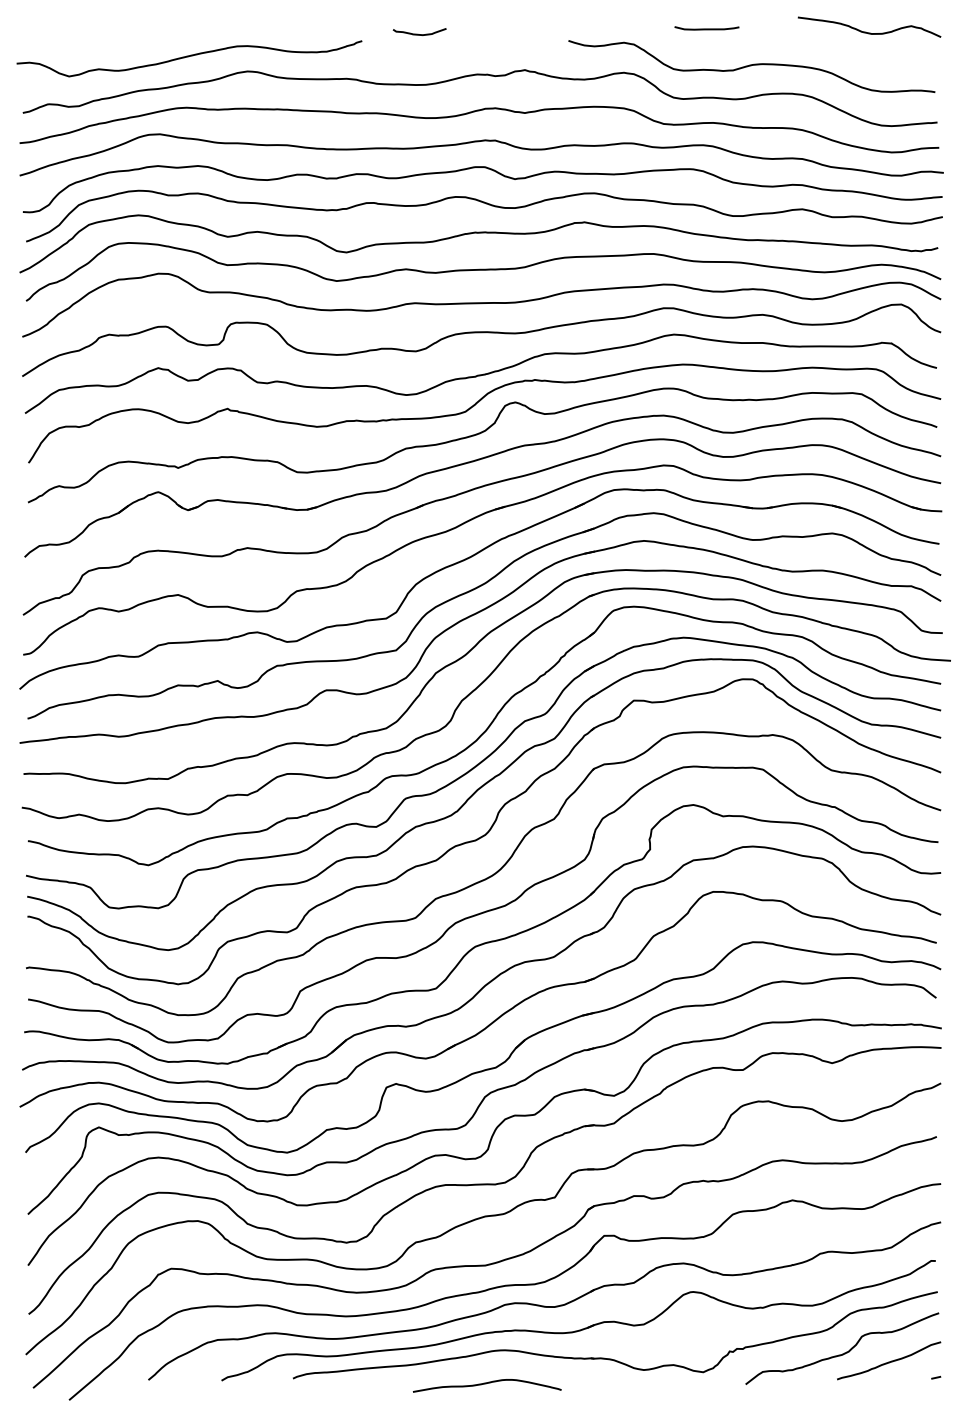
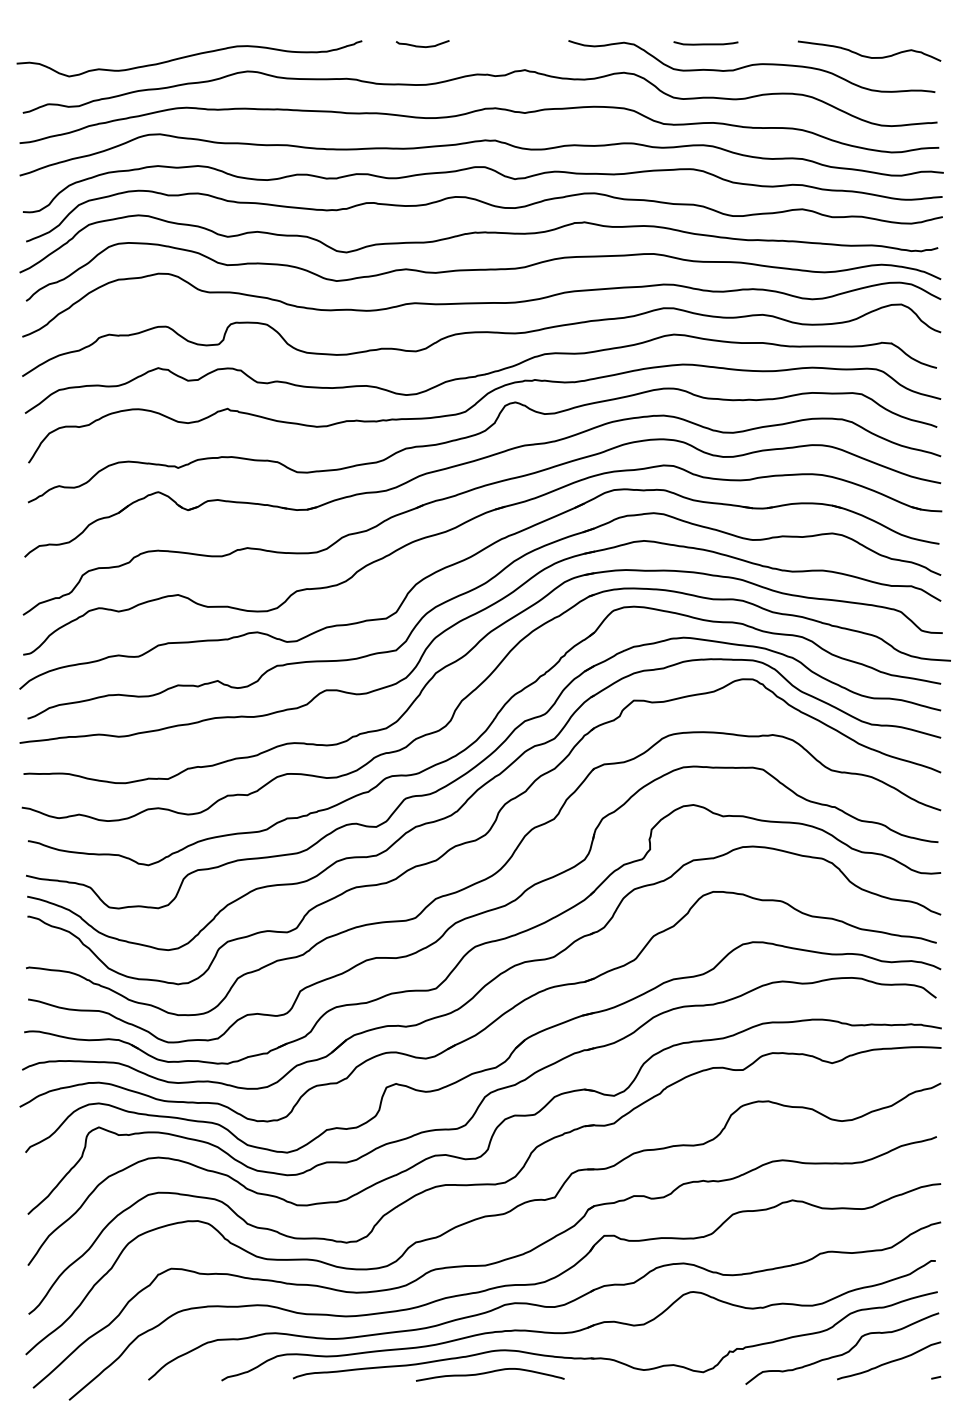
curve at (706, 28) position: (706, 28) -> (705, 43)
curve at (866, 31) position: (866, 31) -> (866, 55)
curve at (418, 33) position: (418, 33) -> (421, 45)
curve at (486, 1384) position: (486, 1384) -> (489, 1373)
